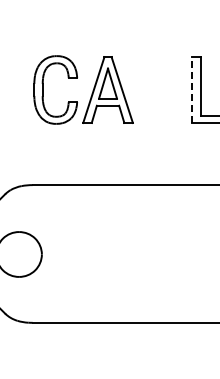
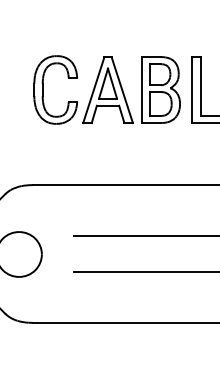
part at (160, 89): none -> present
line at (192, 90): dashed -> solid
line at (145, 235): none -> present
line at (145, 272): none -> present
